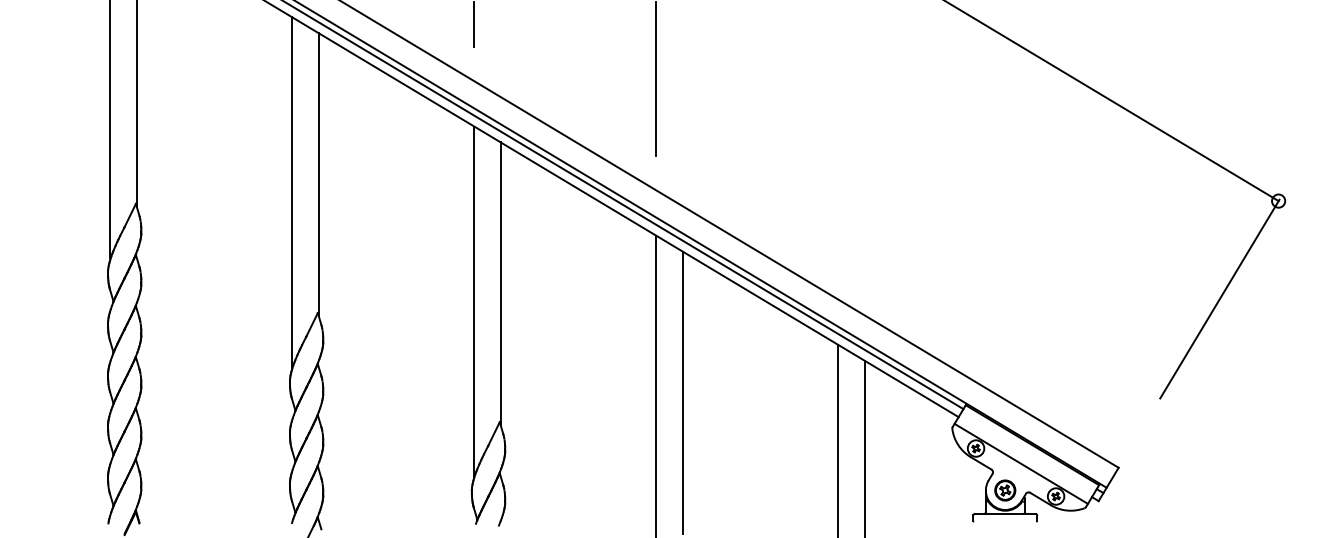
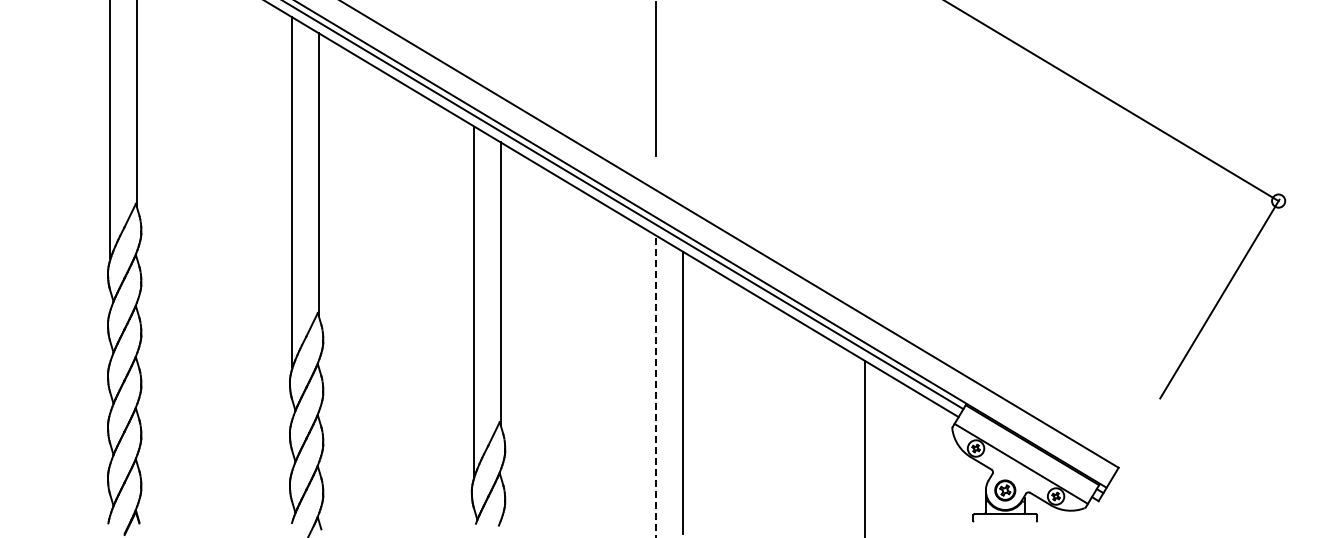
line at (474, 24): present -> none
line at (656, 386): solid -> dashed
line at (838, 439): present -> none
